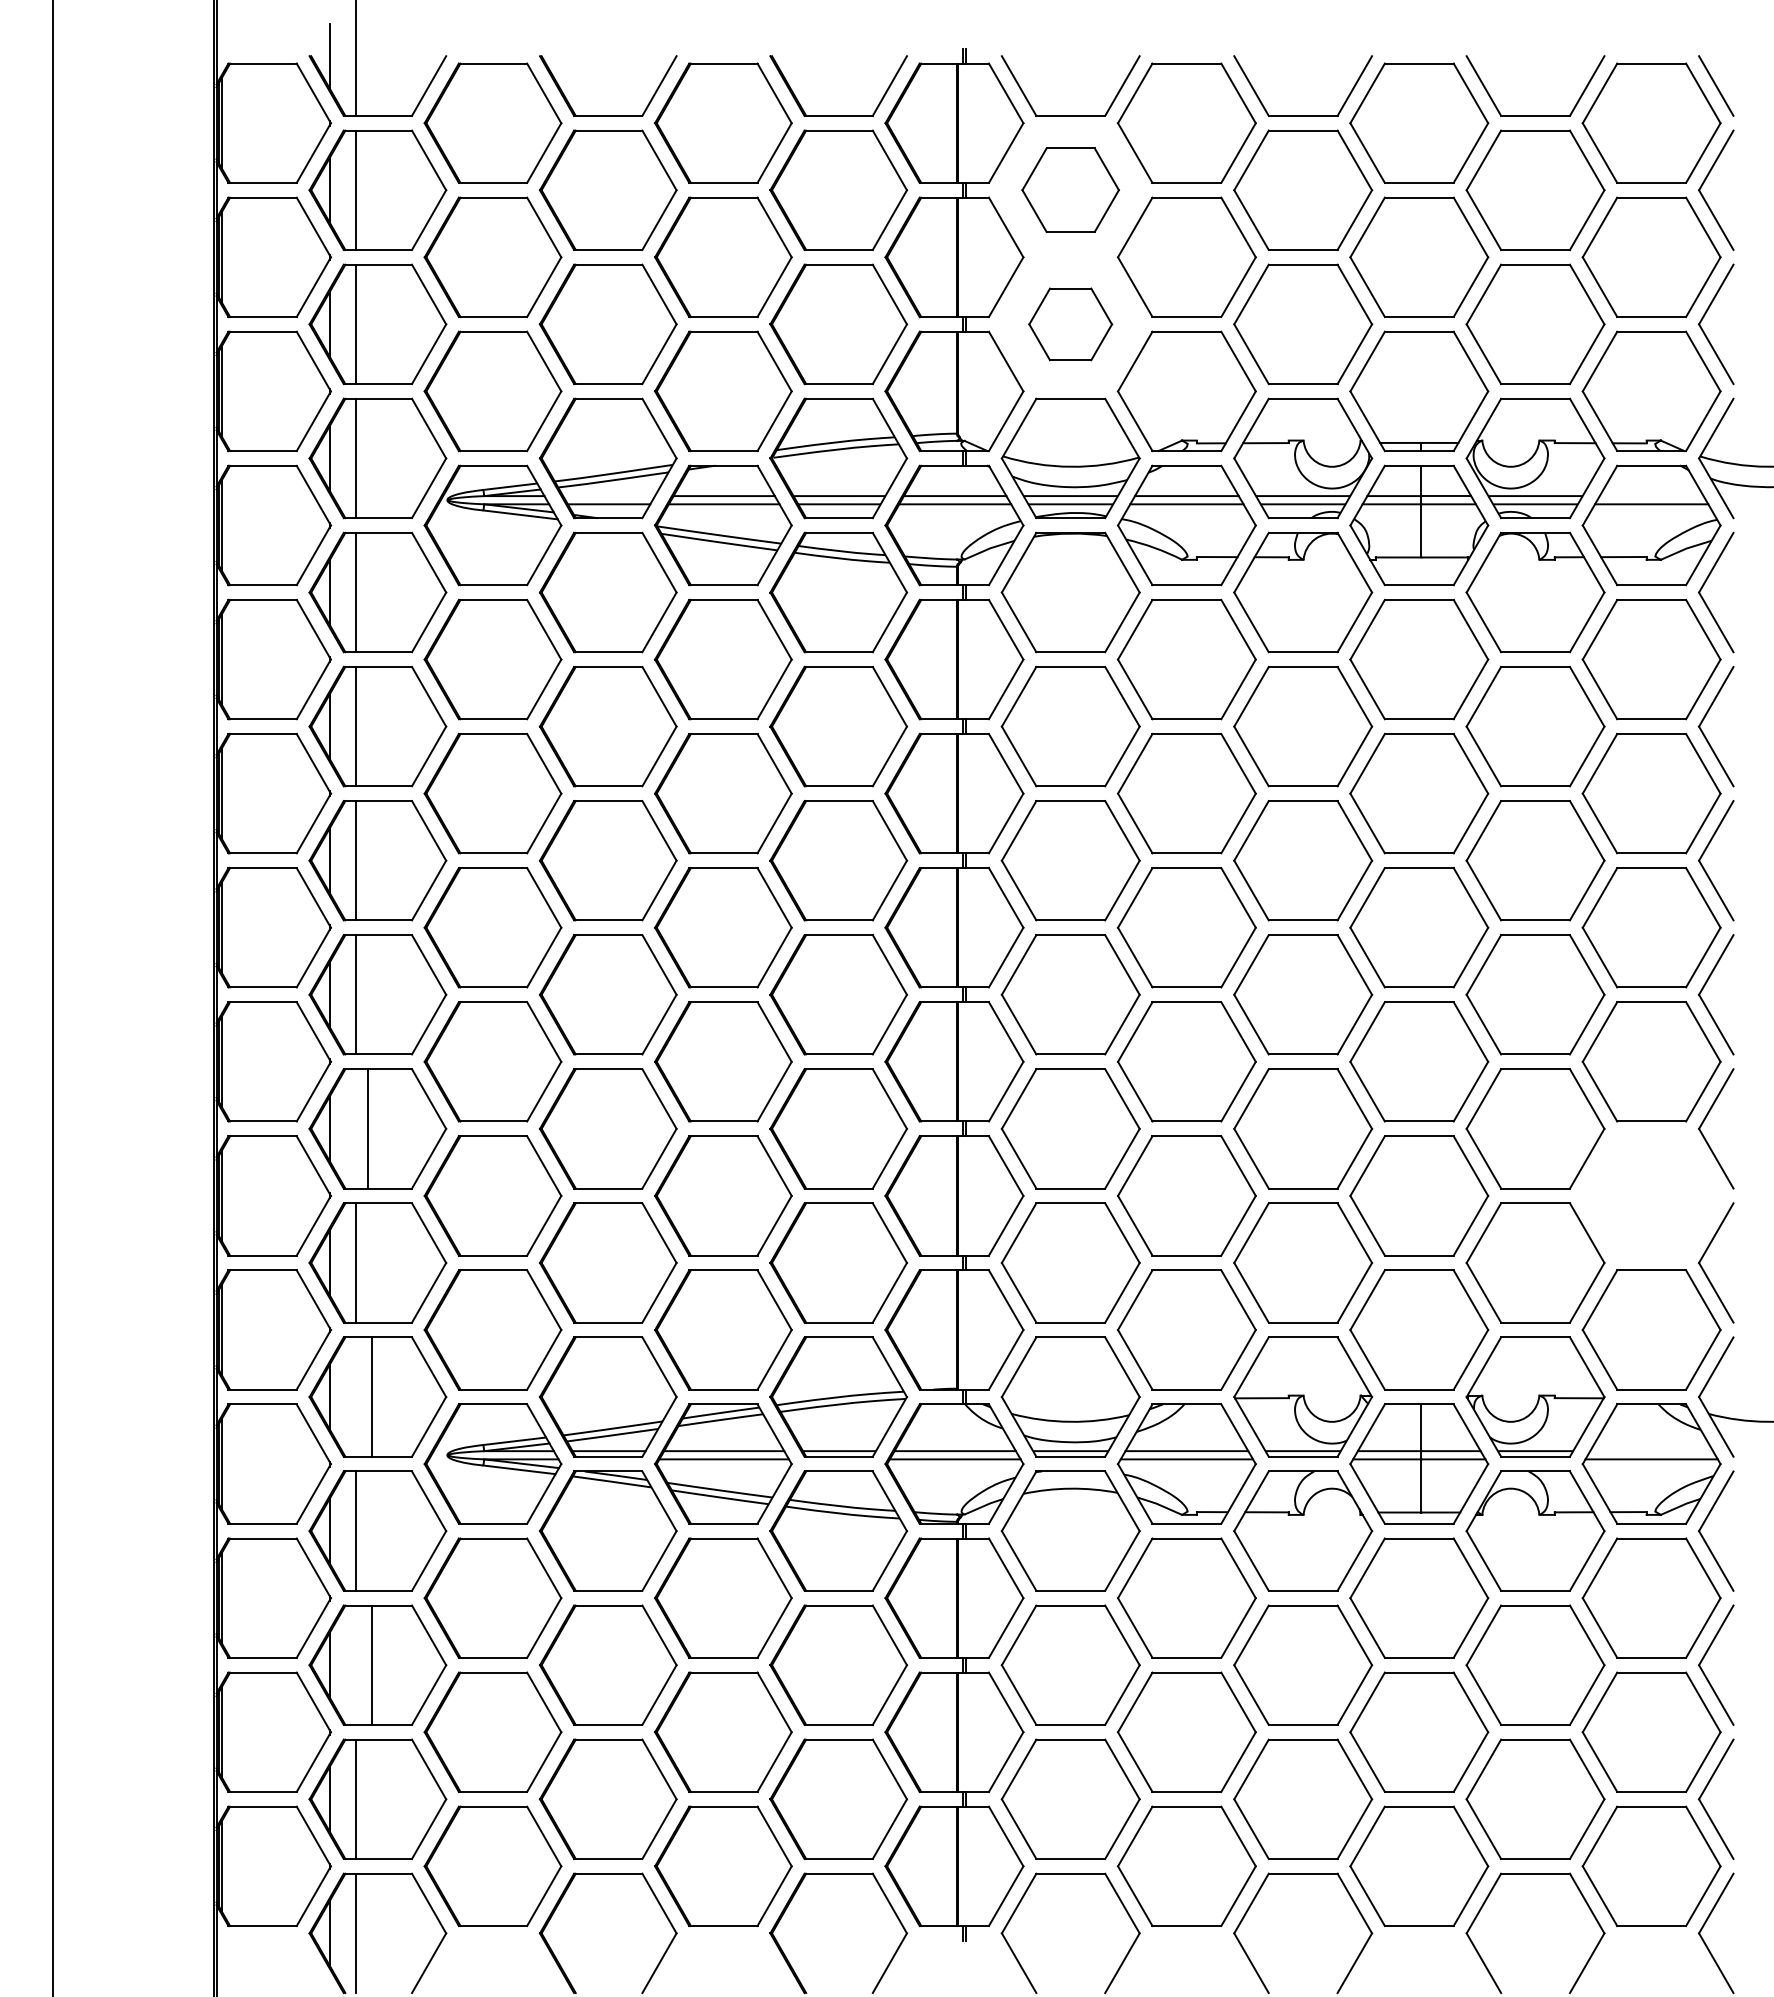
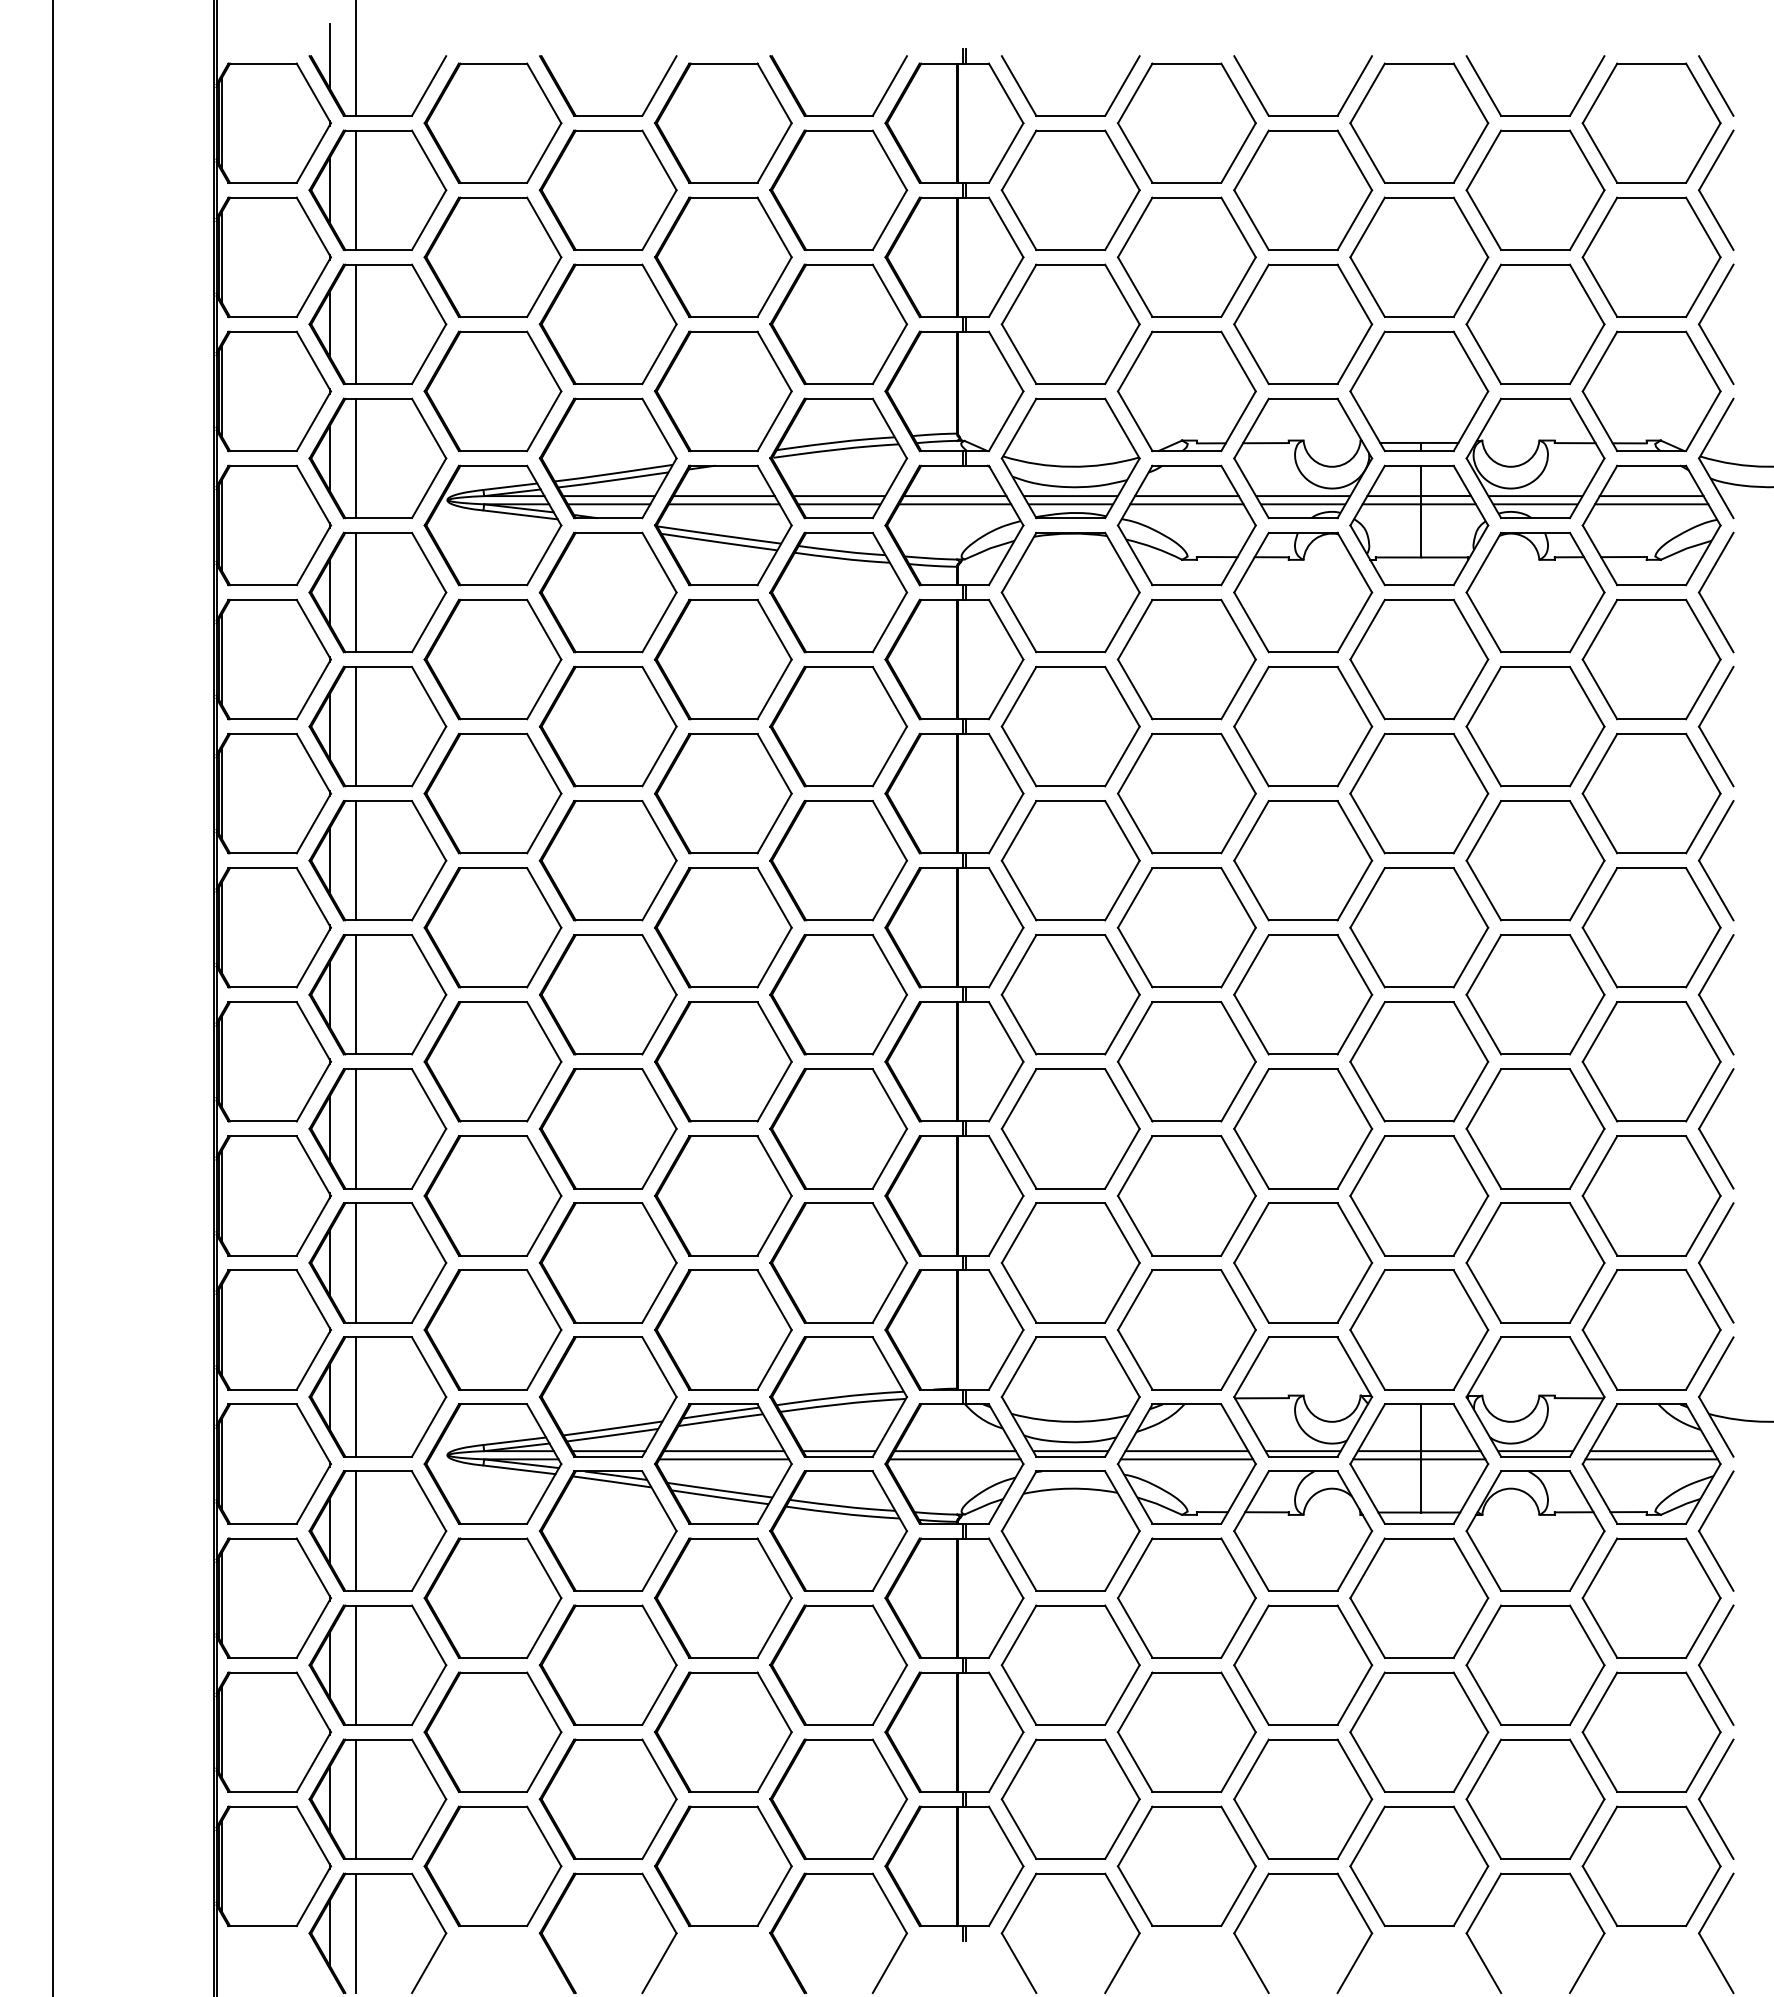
part at (1070, 189) size: 99x86 px -> 141x122 px
part at (1070, 324) size: 86x75 px -> 141x123 px
line at (609, 496): none -> present
line at (1651, 496): none -> present
line at (368, 1128) position: (368, 1128) -> (356, 1128)
part at (1651, 1195): none -> present
line at (372, 1396) position: (372, 1396) -> (356, 1396)
line at (1651, 1451): none -> present
line at (372, 1664) position: (372, 1664) -> (356, 1664)
